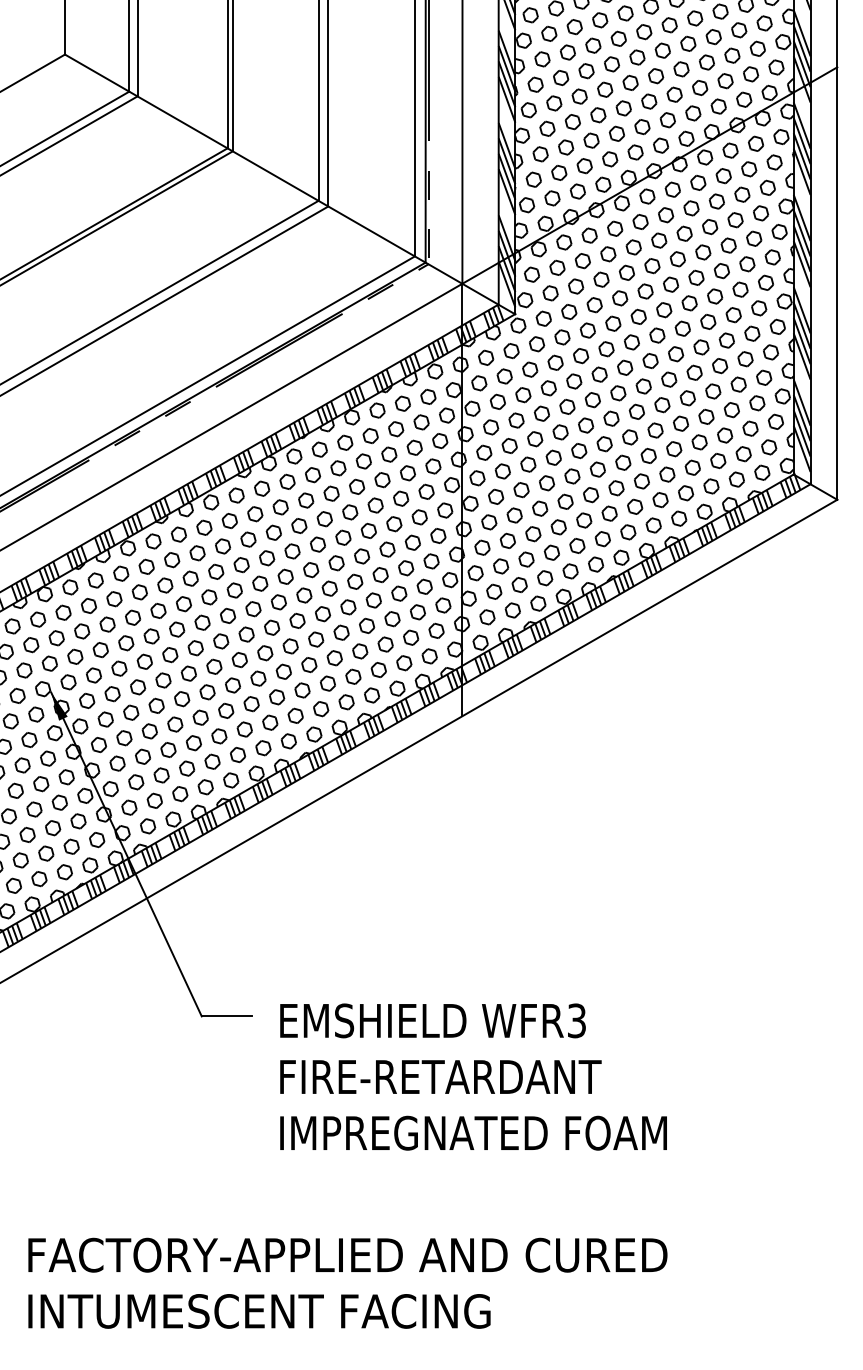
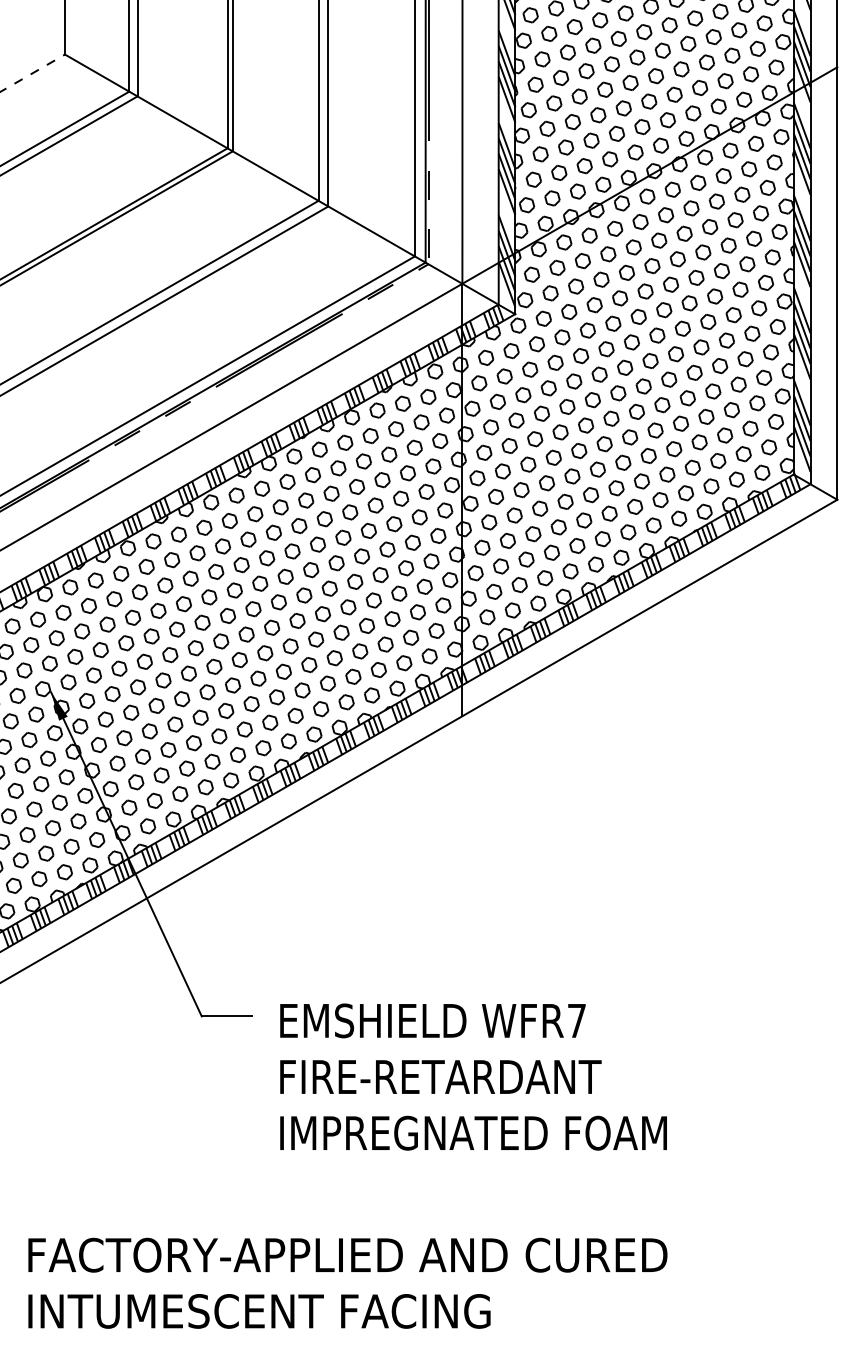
line at (32, 73): solid -> dashed
text at (576, 1020): WFR3 -> WFR7
